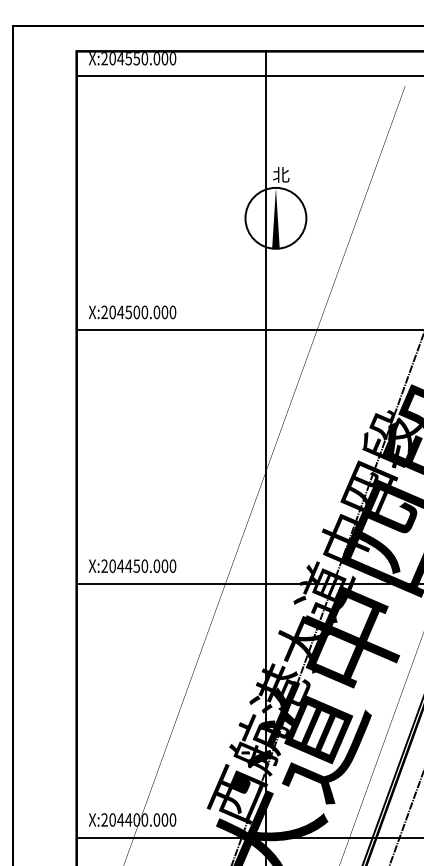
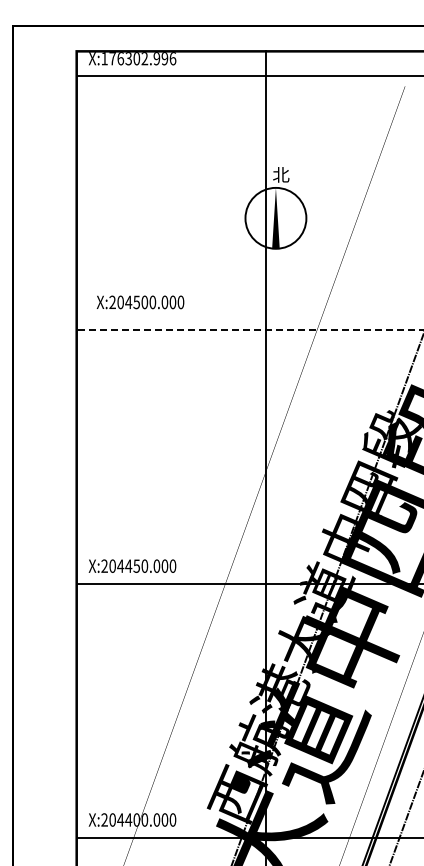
text at (138, 58): X:204550.000 -> X:176302.996
text at (132, 312) position: (132, 312) -> (140, 302)
line at (249, 330): solid -> dashed
